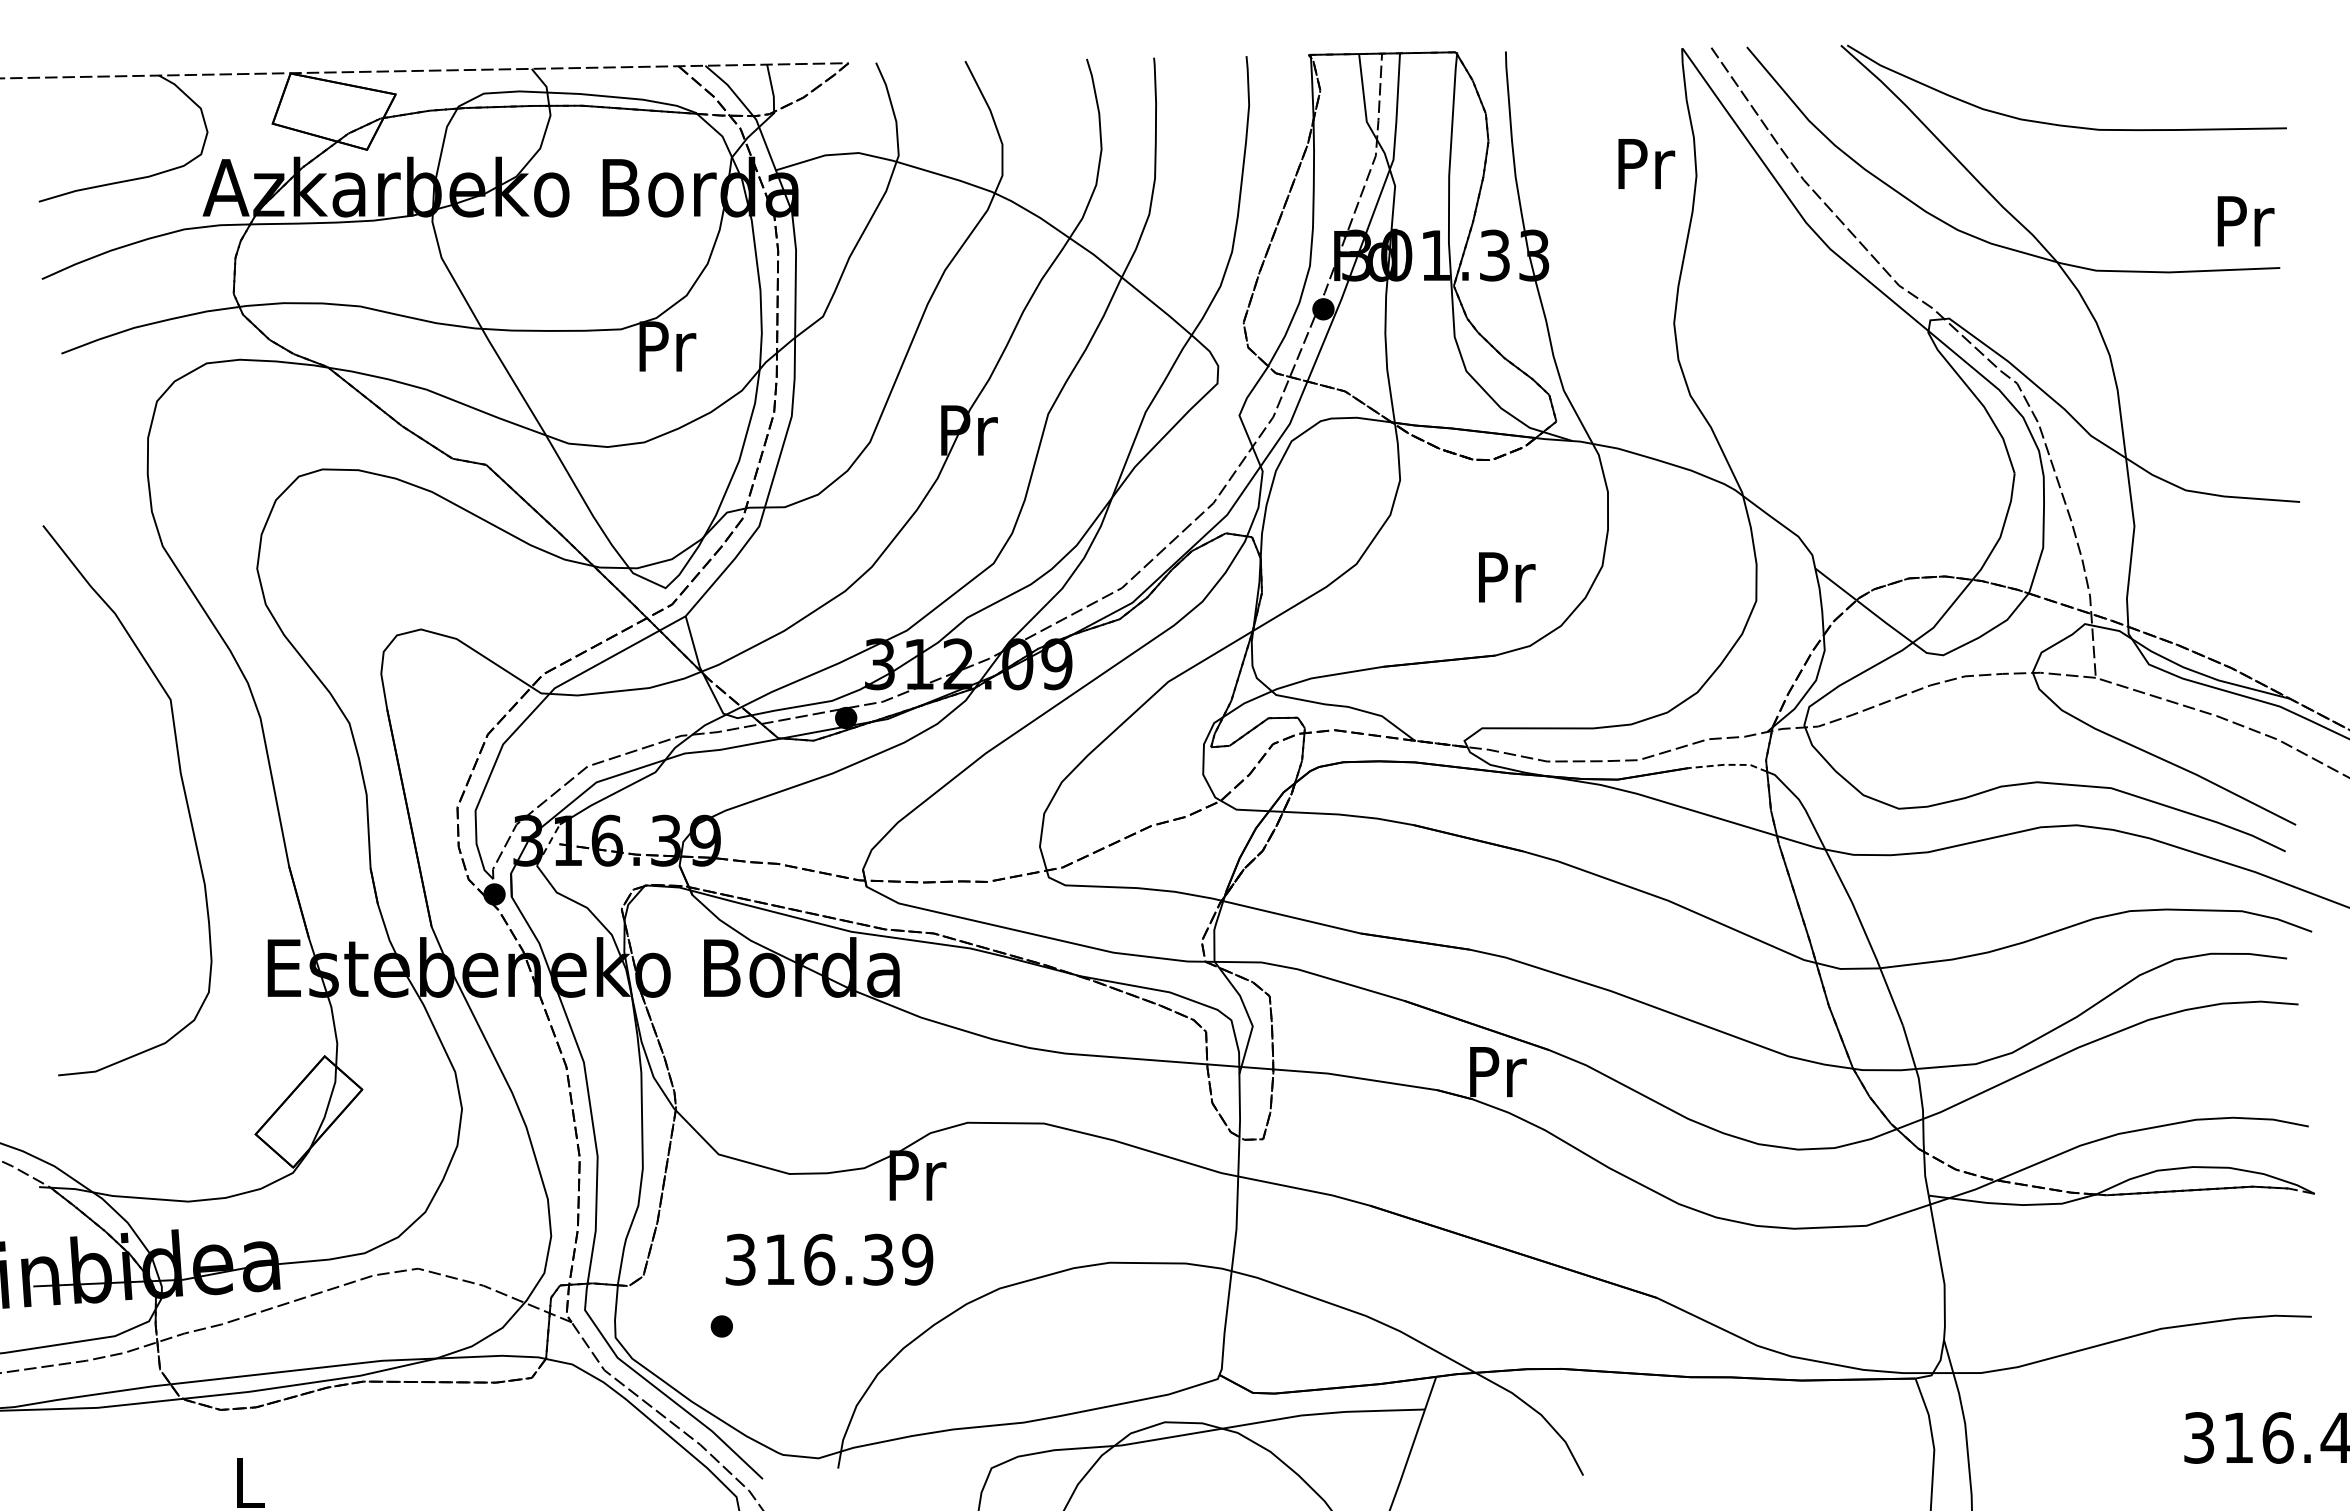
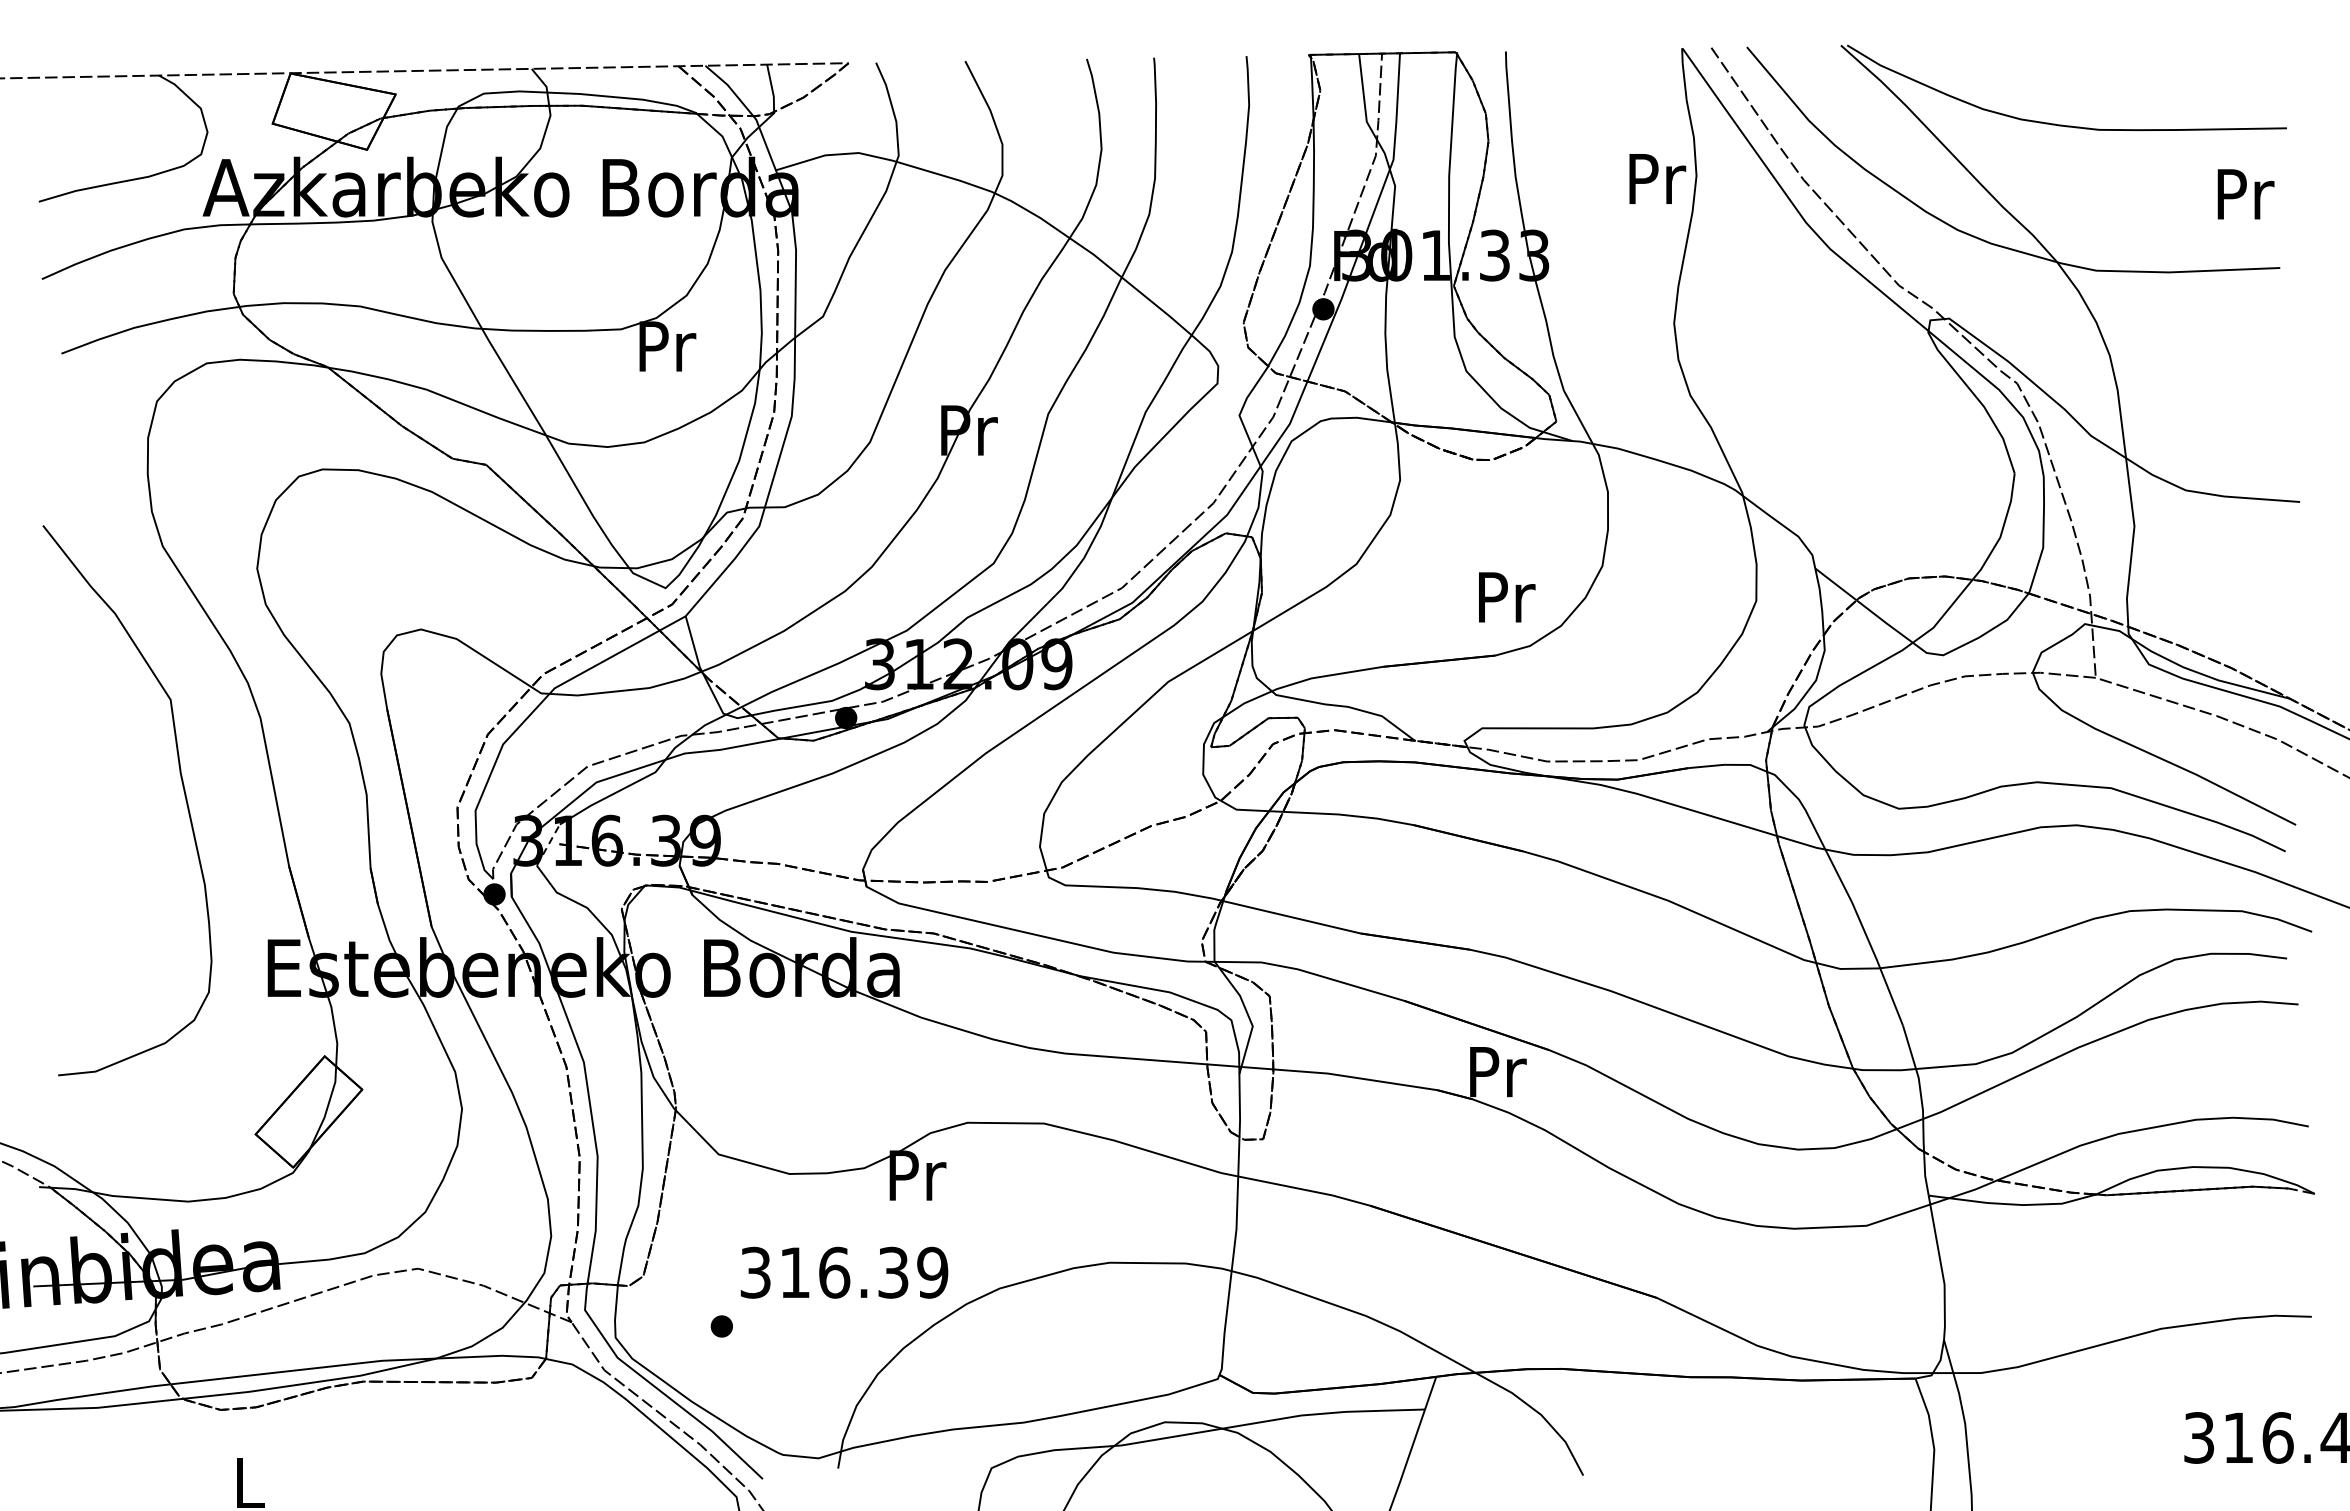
text at (1646, 163) position: (1646, 163) -> (1657, 178)
text at (2245, 221) position: (2245, 221) -> (2245, 194)
text at (1507, 577) position: (1507, 577) -> (1507, 597)
line at (1728, 764): dashed -> solid
text at (829, 1259) position: (829, 1259) -> (844, 1272)
